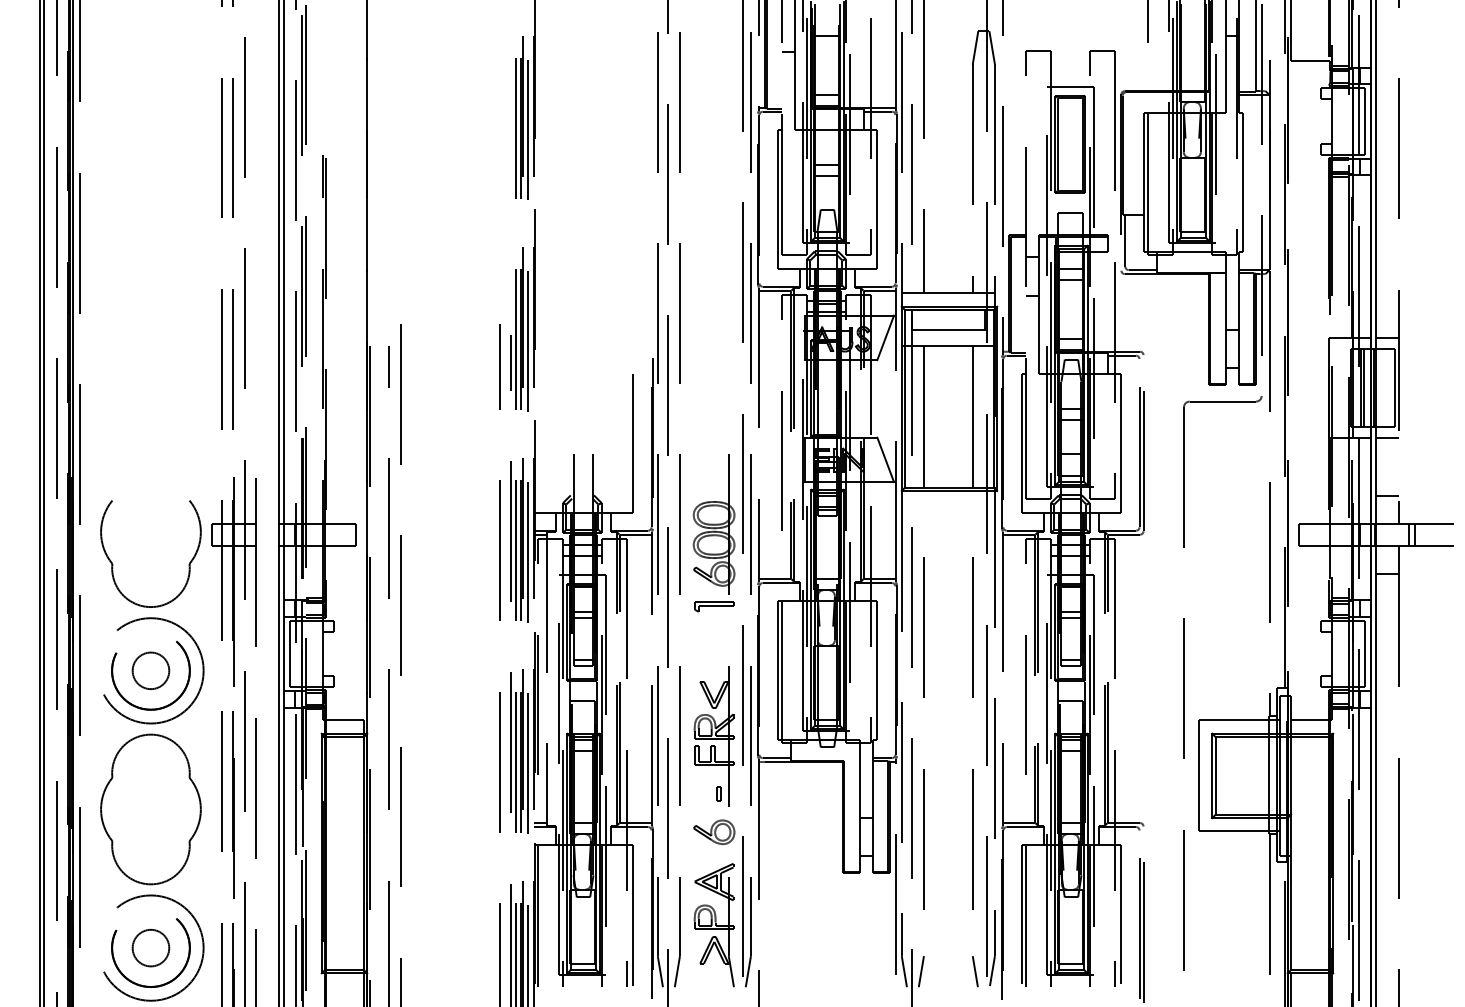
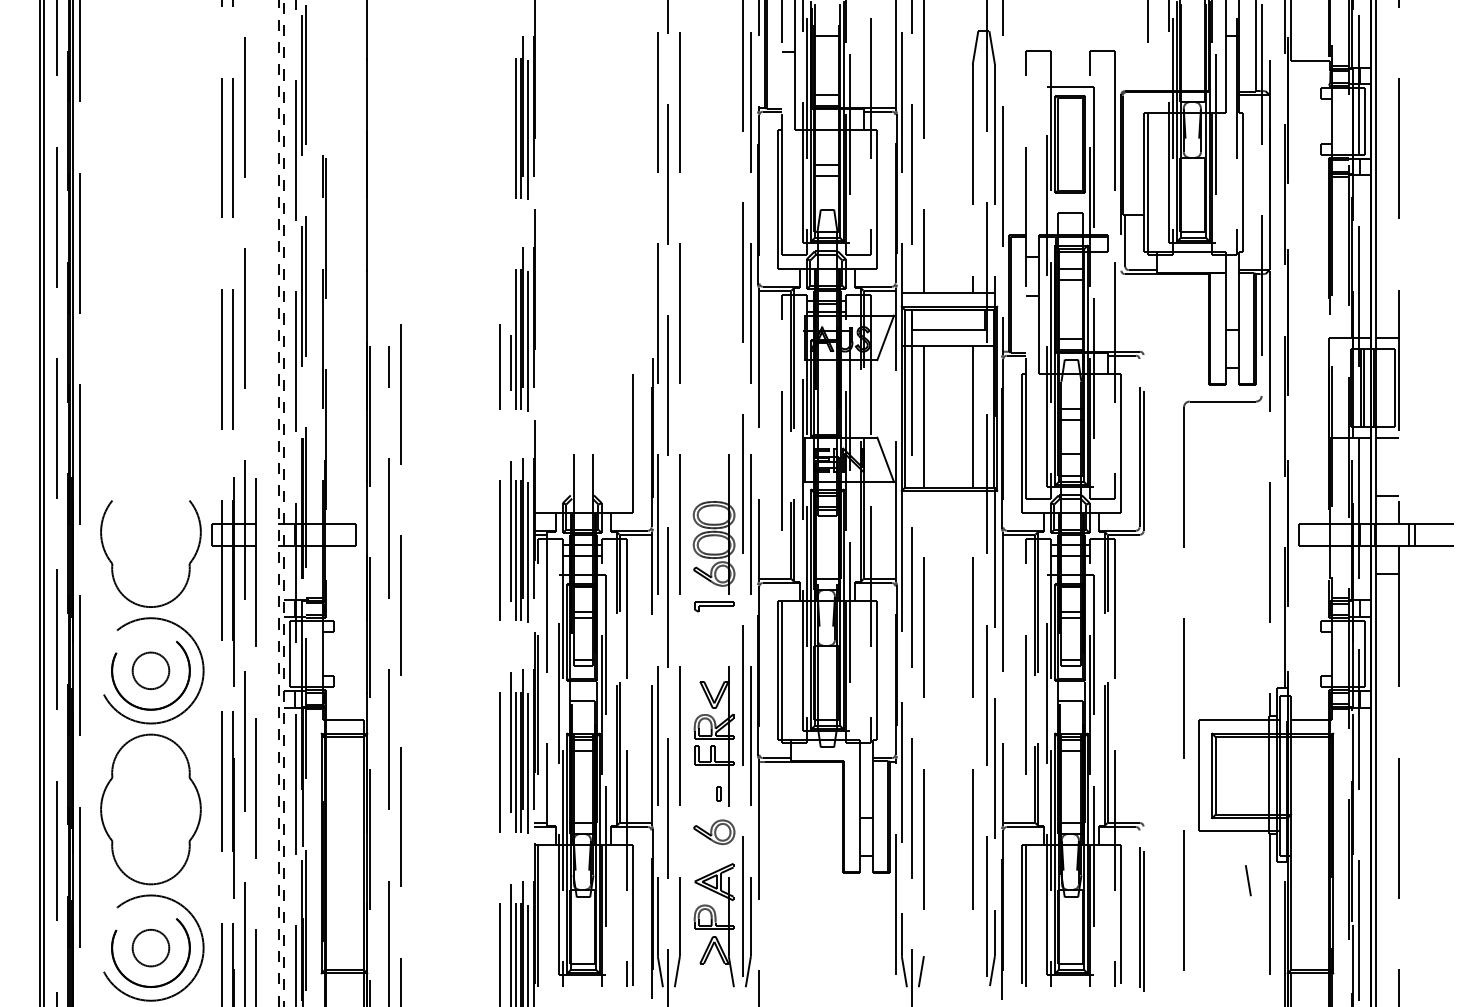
line at (278, 503): solid -> dashed
line at (284, 504): solid -> dashed
part at (1141, 930) position: (1141, 930) -> (1141, 919)
line at (975, 971) position: (975, 971) -> (1248, 880)
